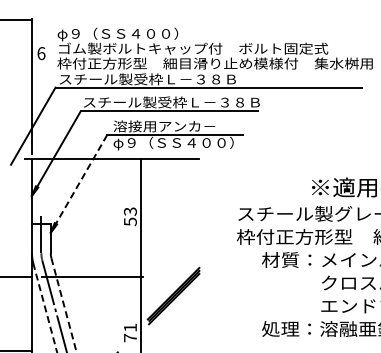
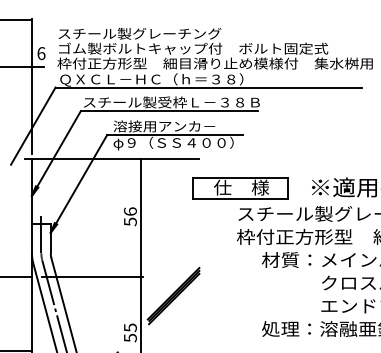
text at (139, 34): φ９（ＳＳ４００） -> スチール製グレーチング
line at (23, 66): none -> present
text at (151, 79): スチール製受枠Ｌ－３８Ｂ -> ＱＸＣＬ－ＨＣ（ｈ＝３８）
line at (78, 184): dashed -> solid
part at (240, 188): none -> present
text at (129, 211): 53 -> 56
line at (64, 305): dashed -> solid
line at (45, 308): dashed -> solid
text at (130, 332): 71 -> 55
